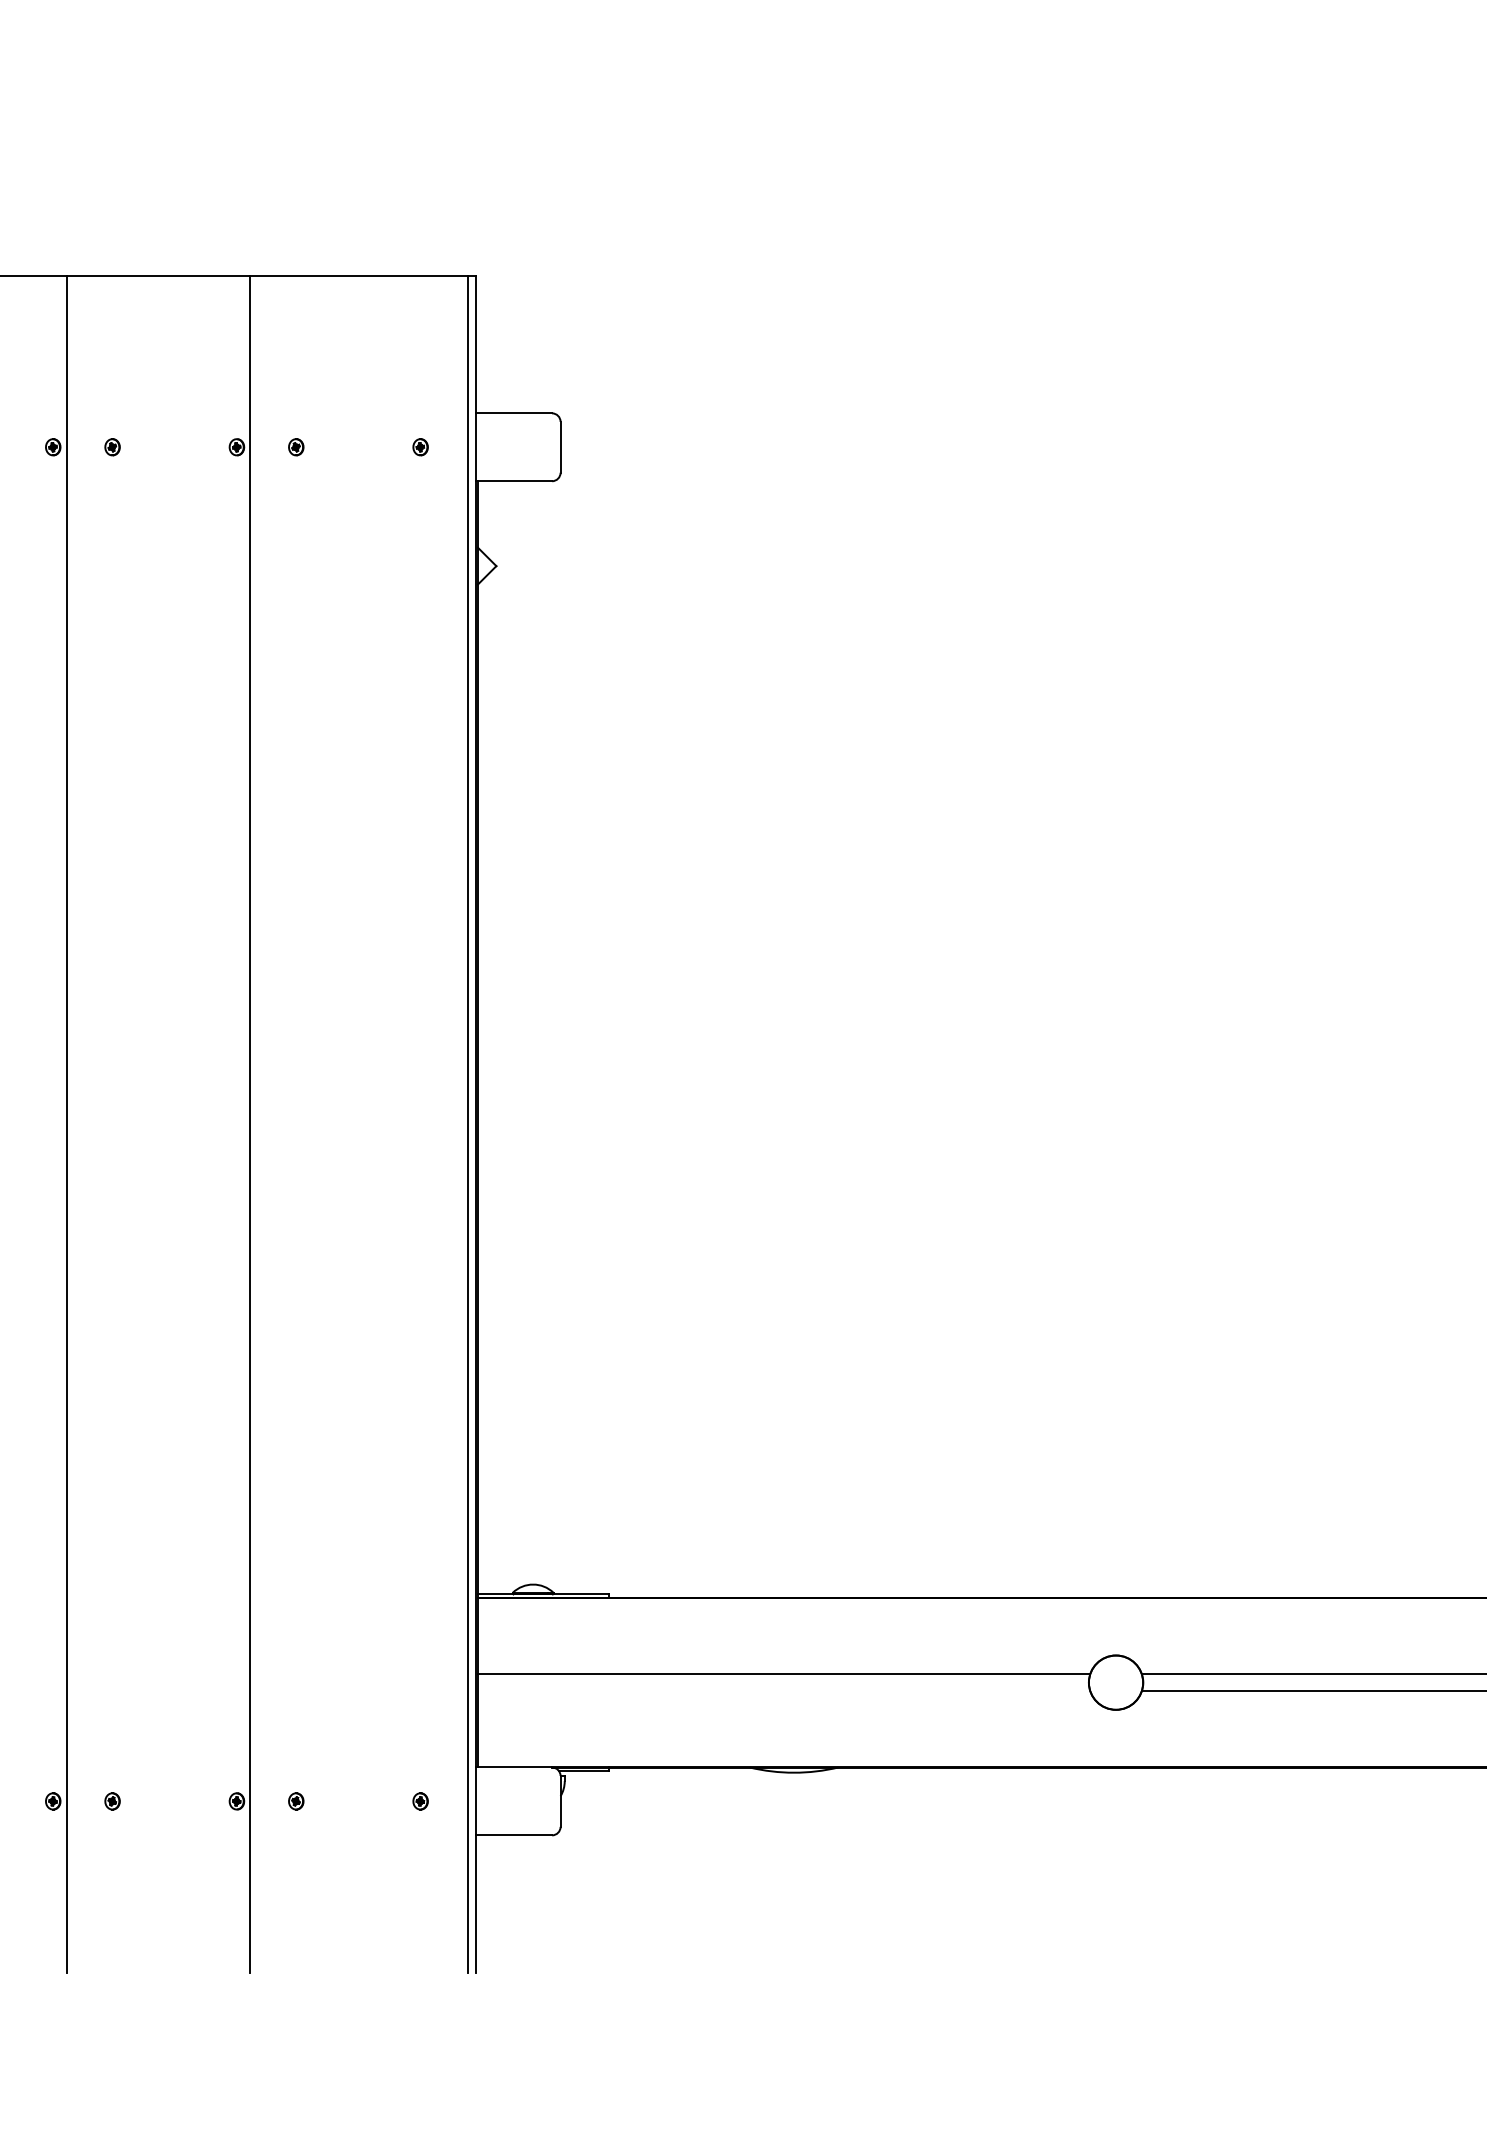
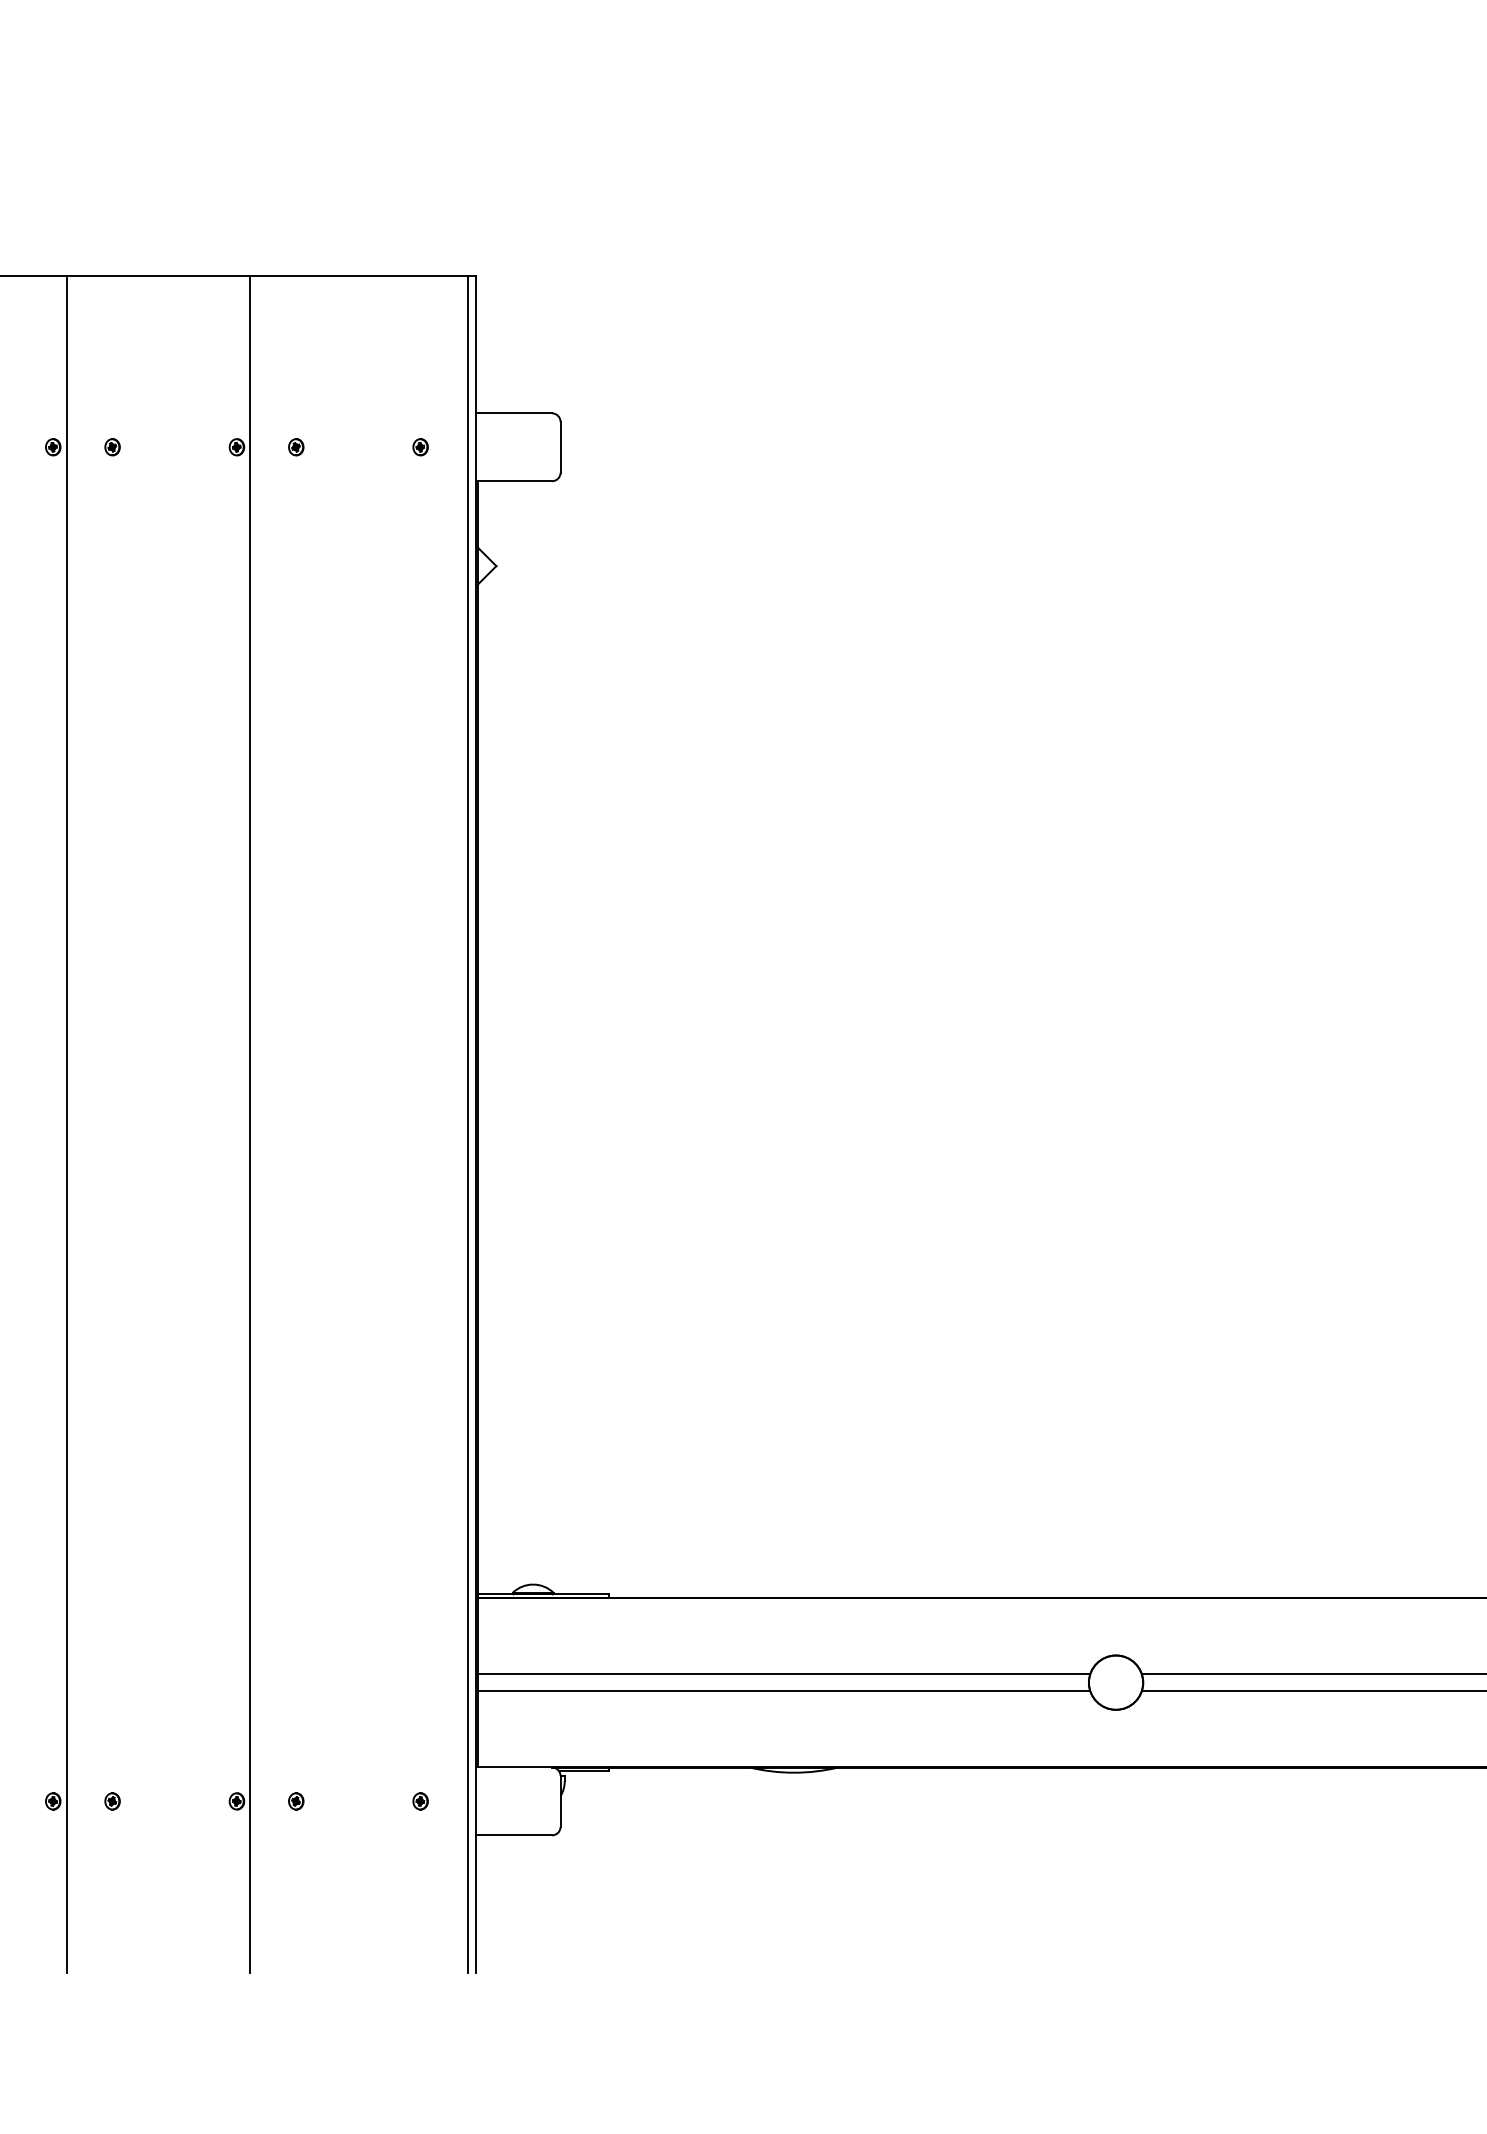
line at (784, 1691): none -> present
